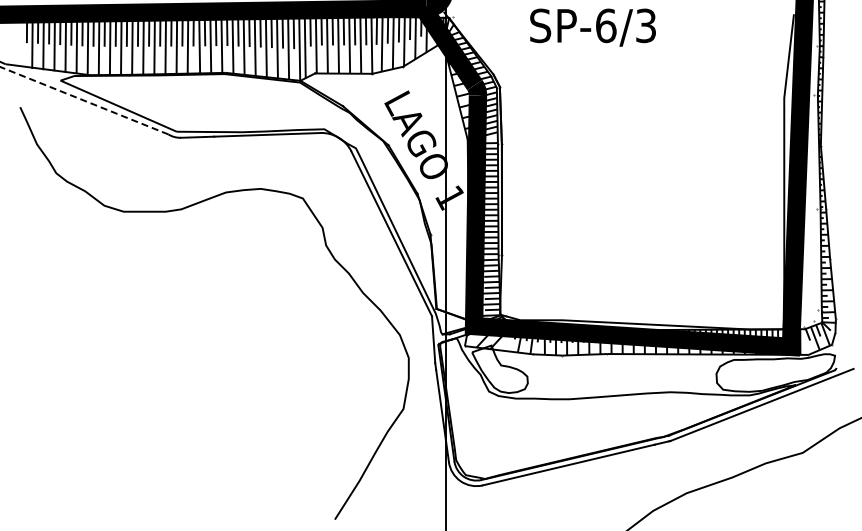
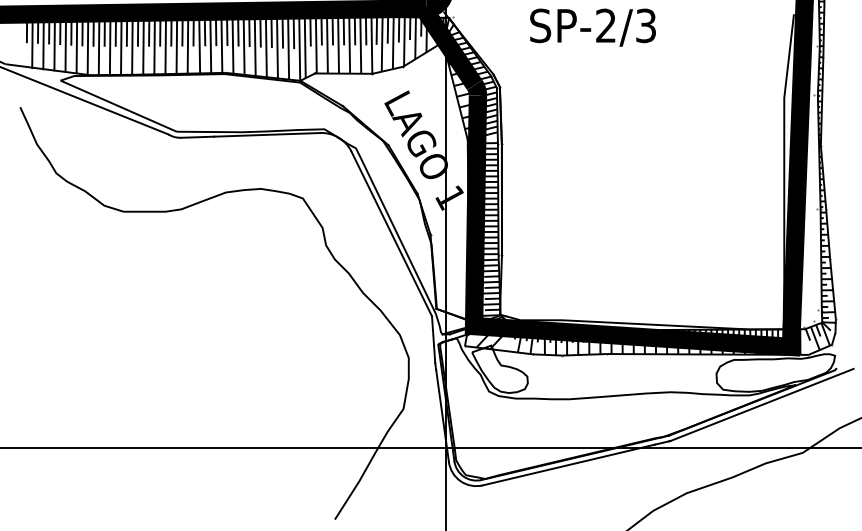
text at (606, 25): SP-6/3 -> SP-2/3
line at (84, 100): dashed -> solid
line at (430, 448): none -> present
